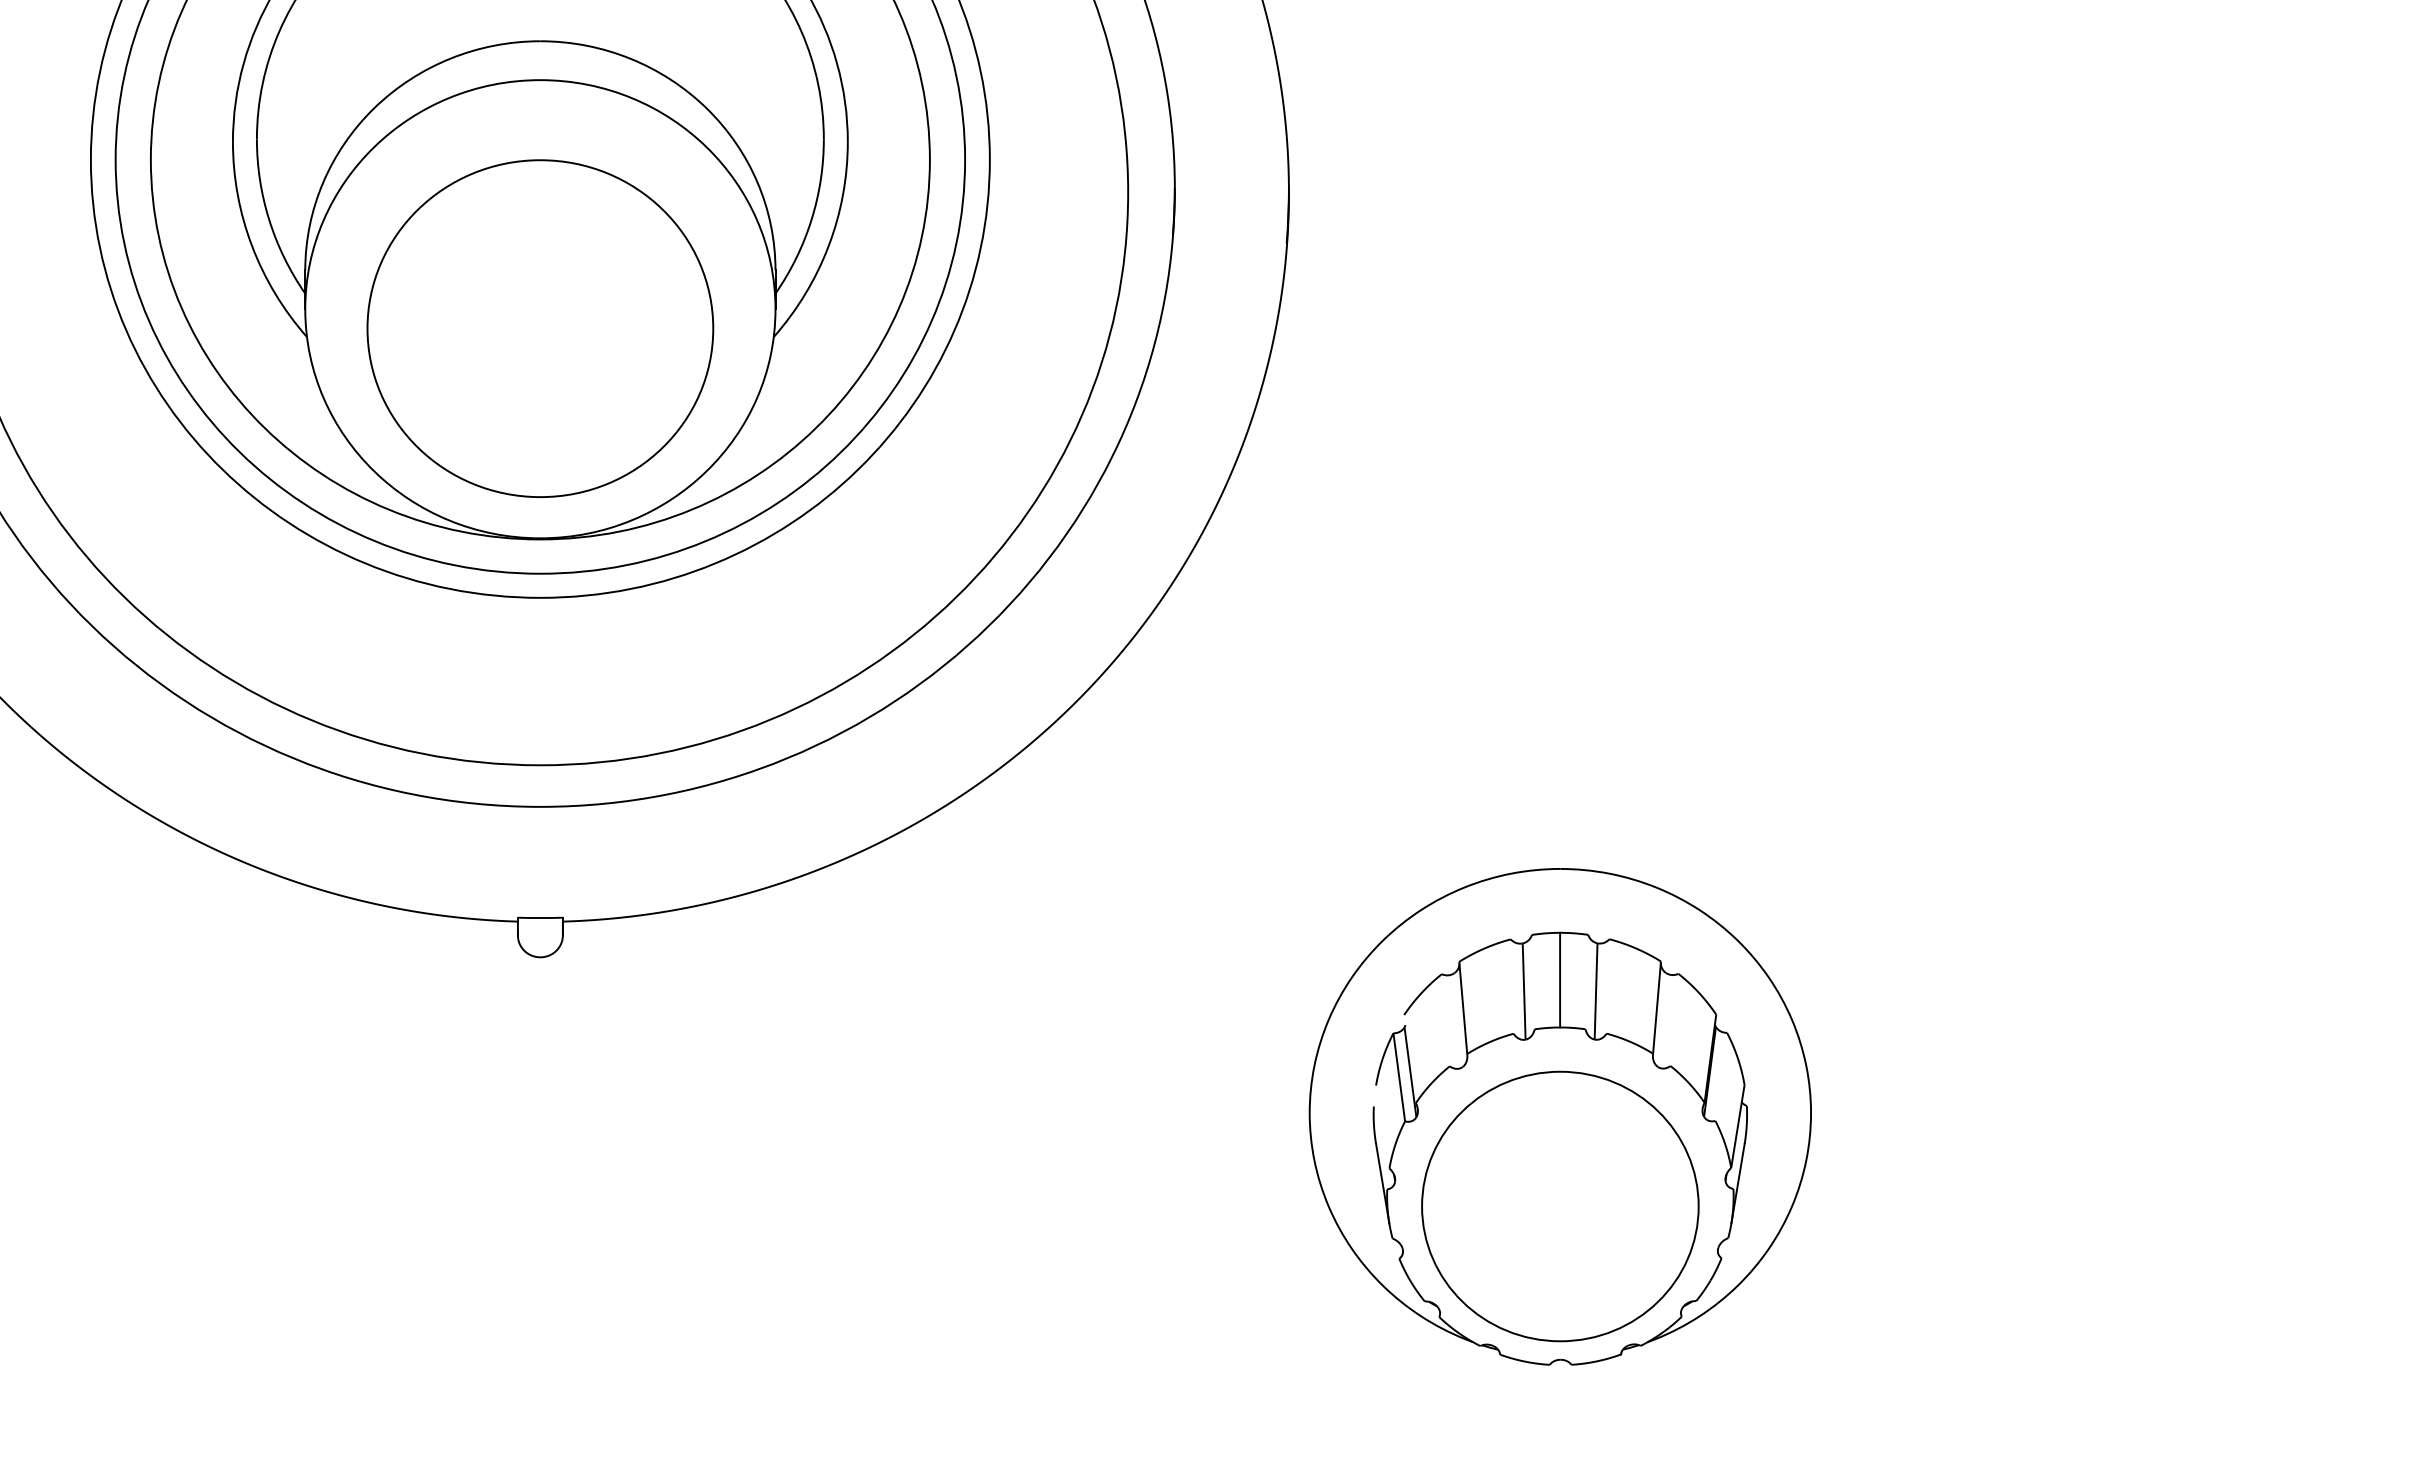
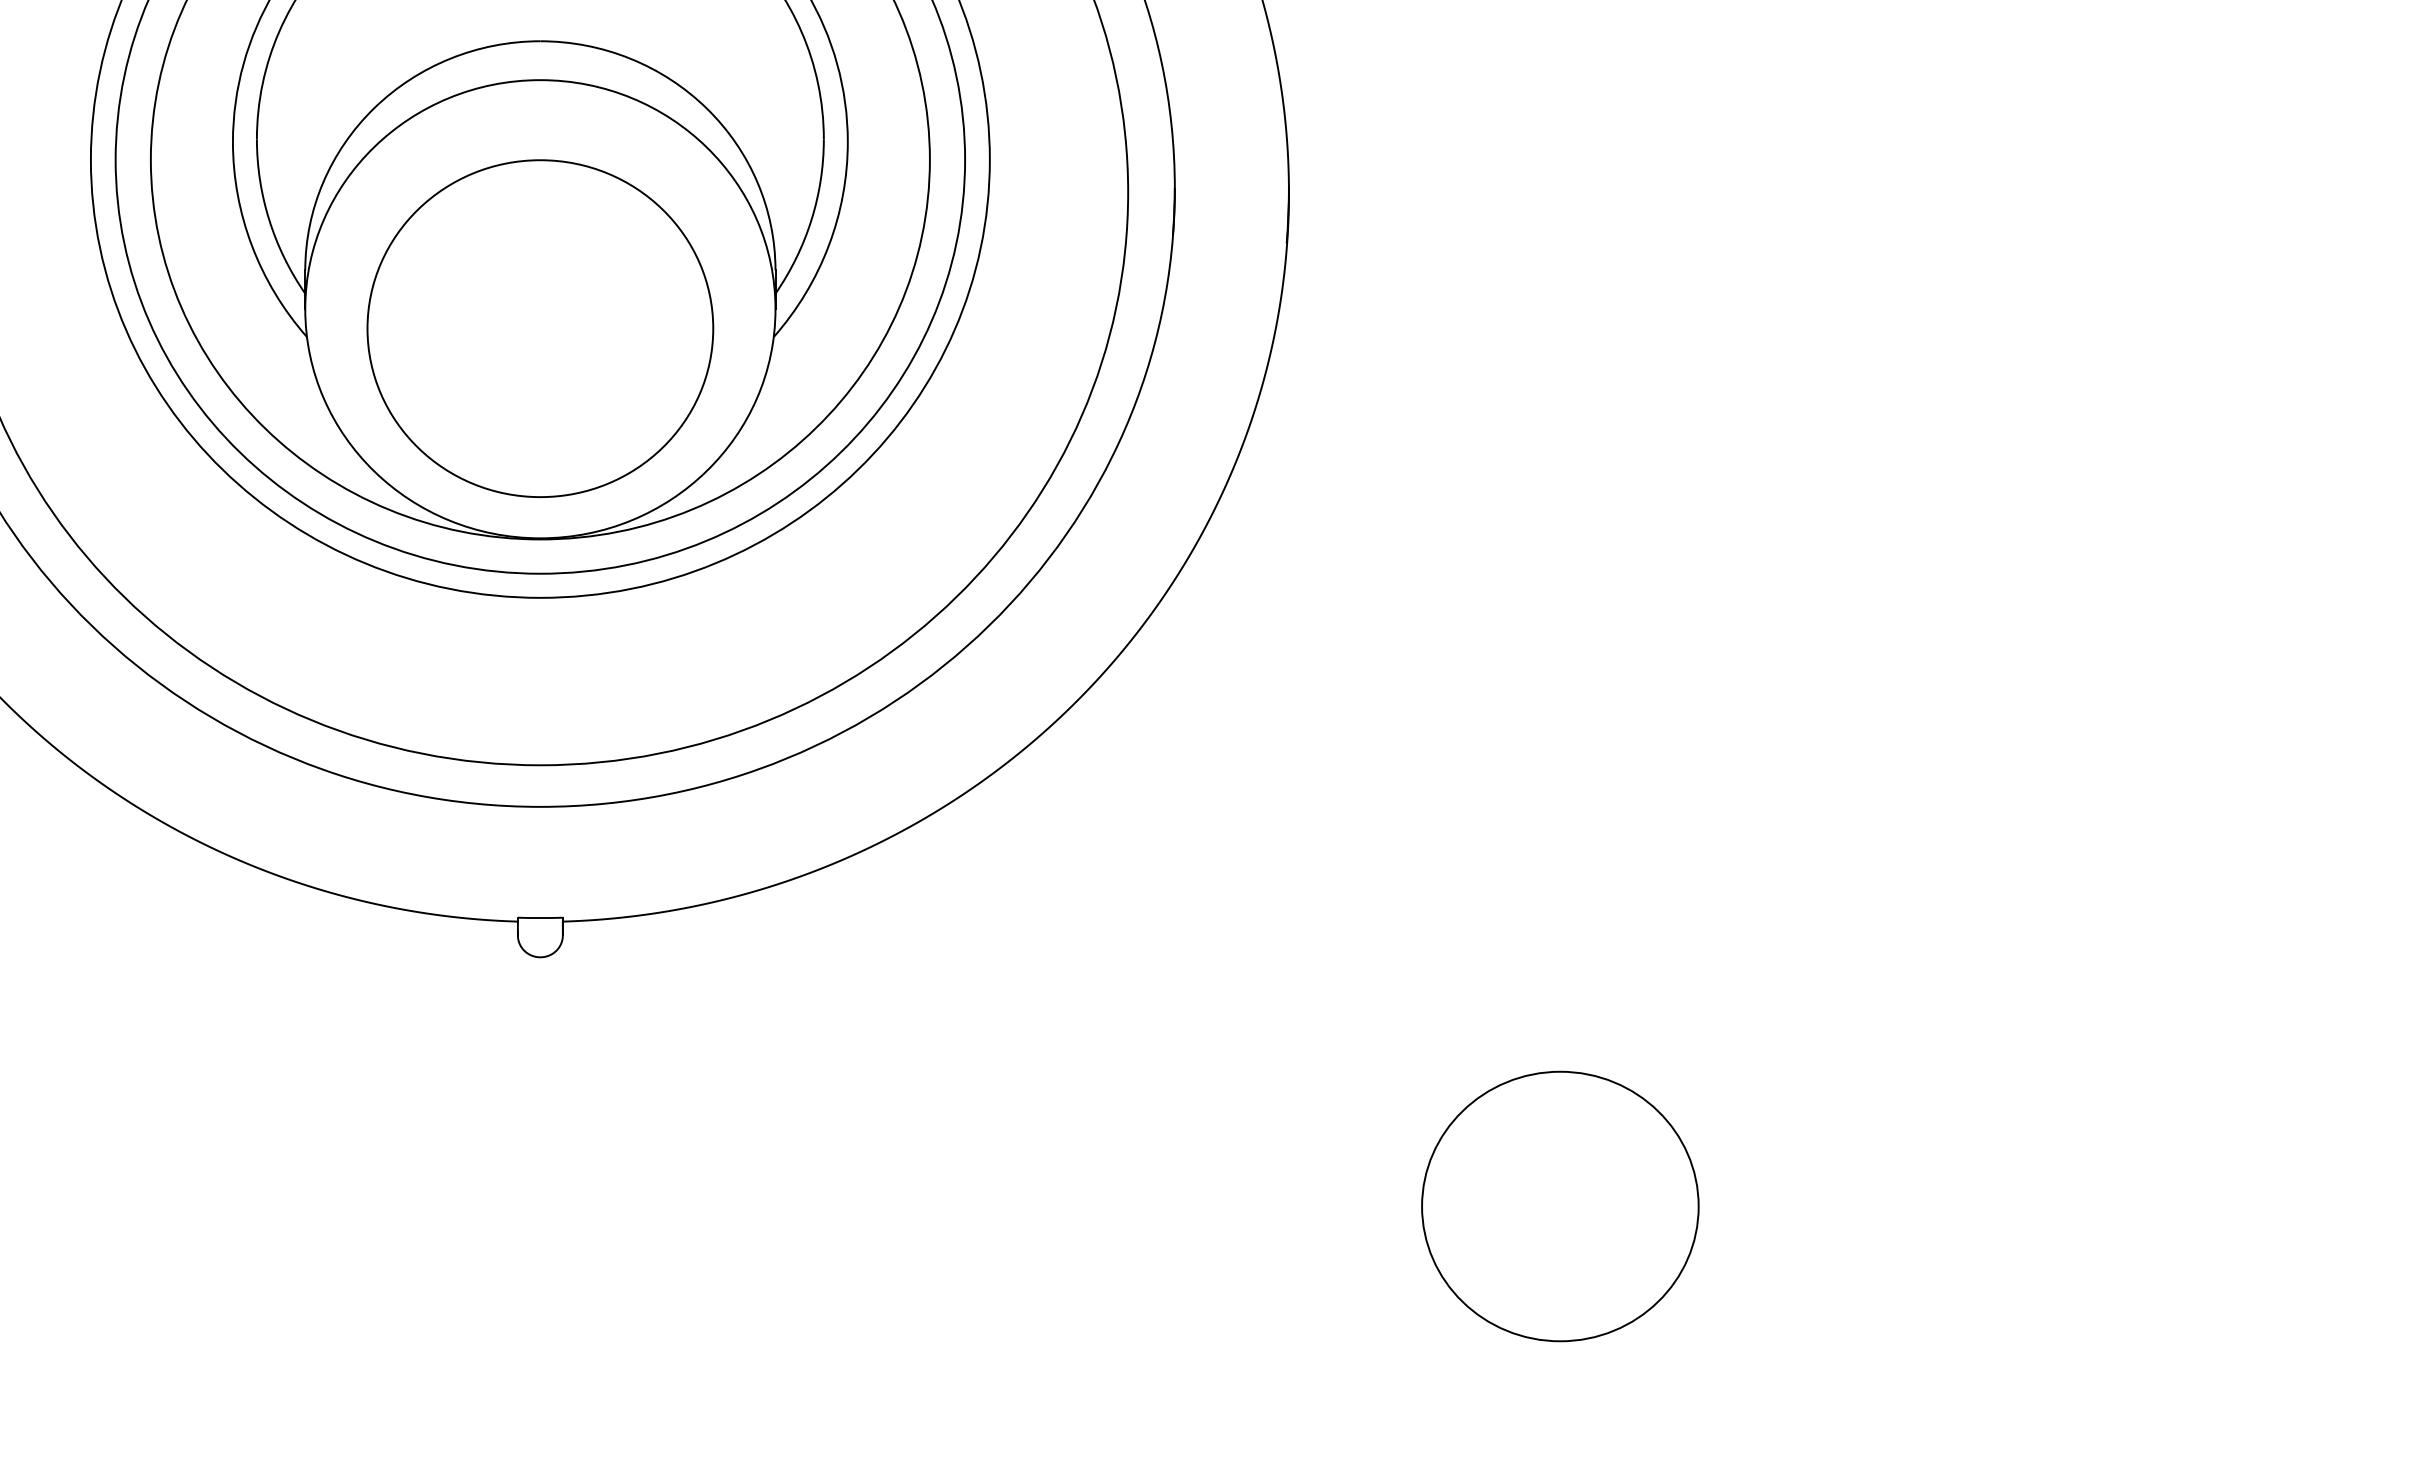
part at (1559, 1116): present -> none
